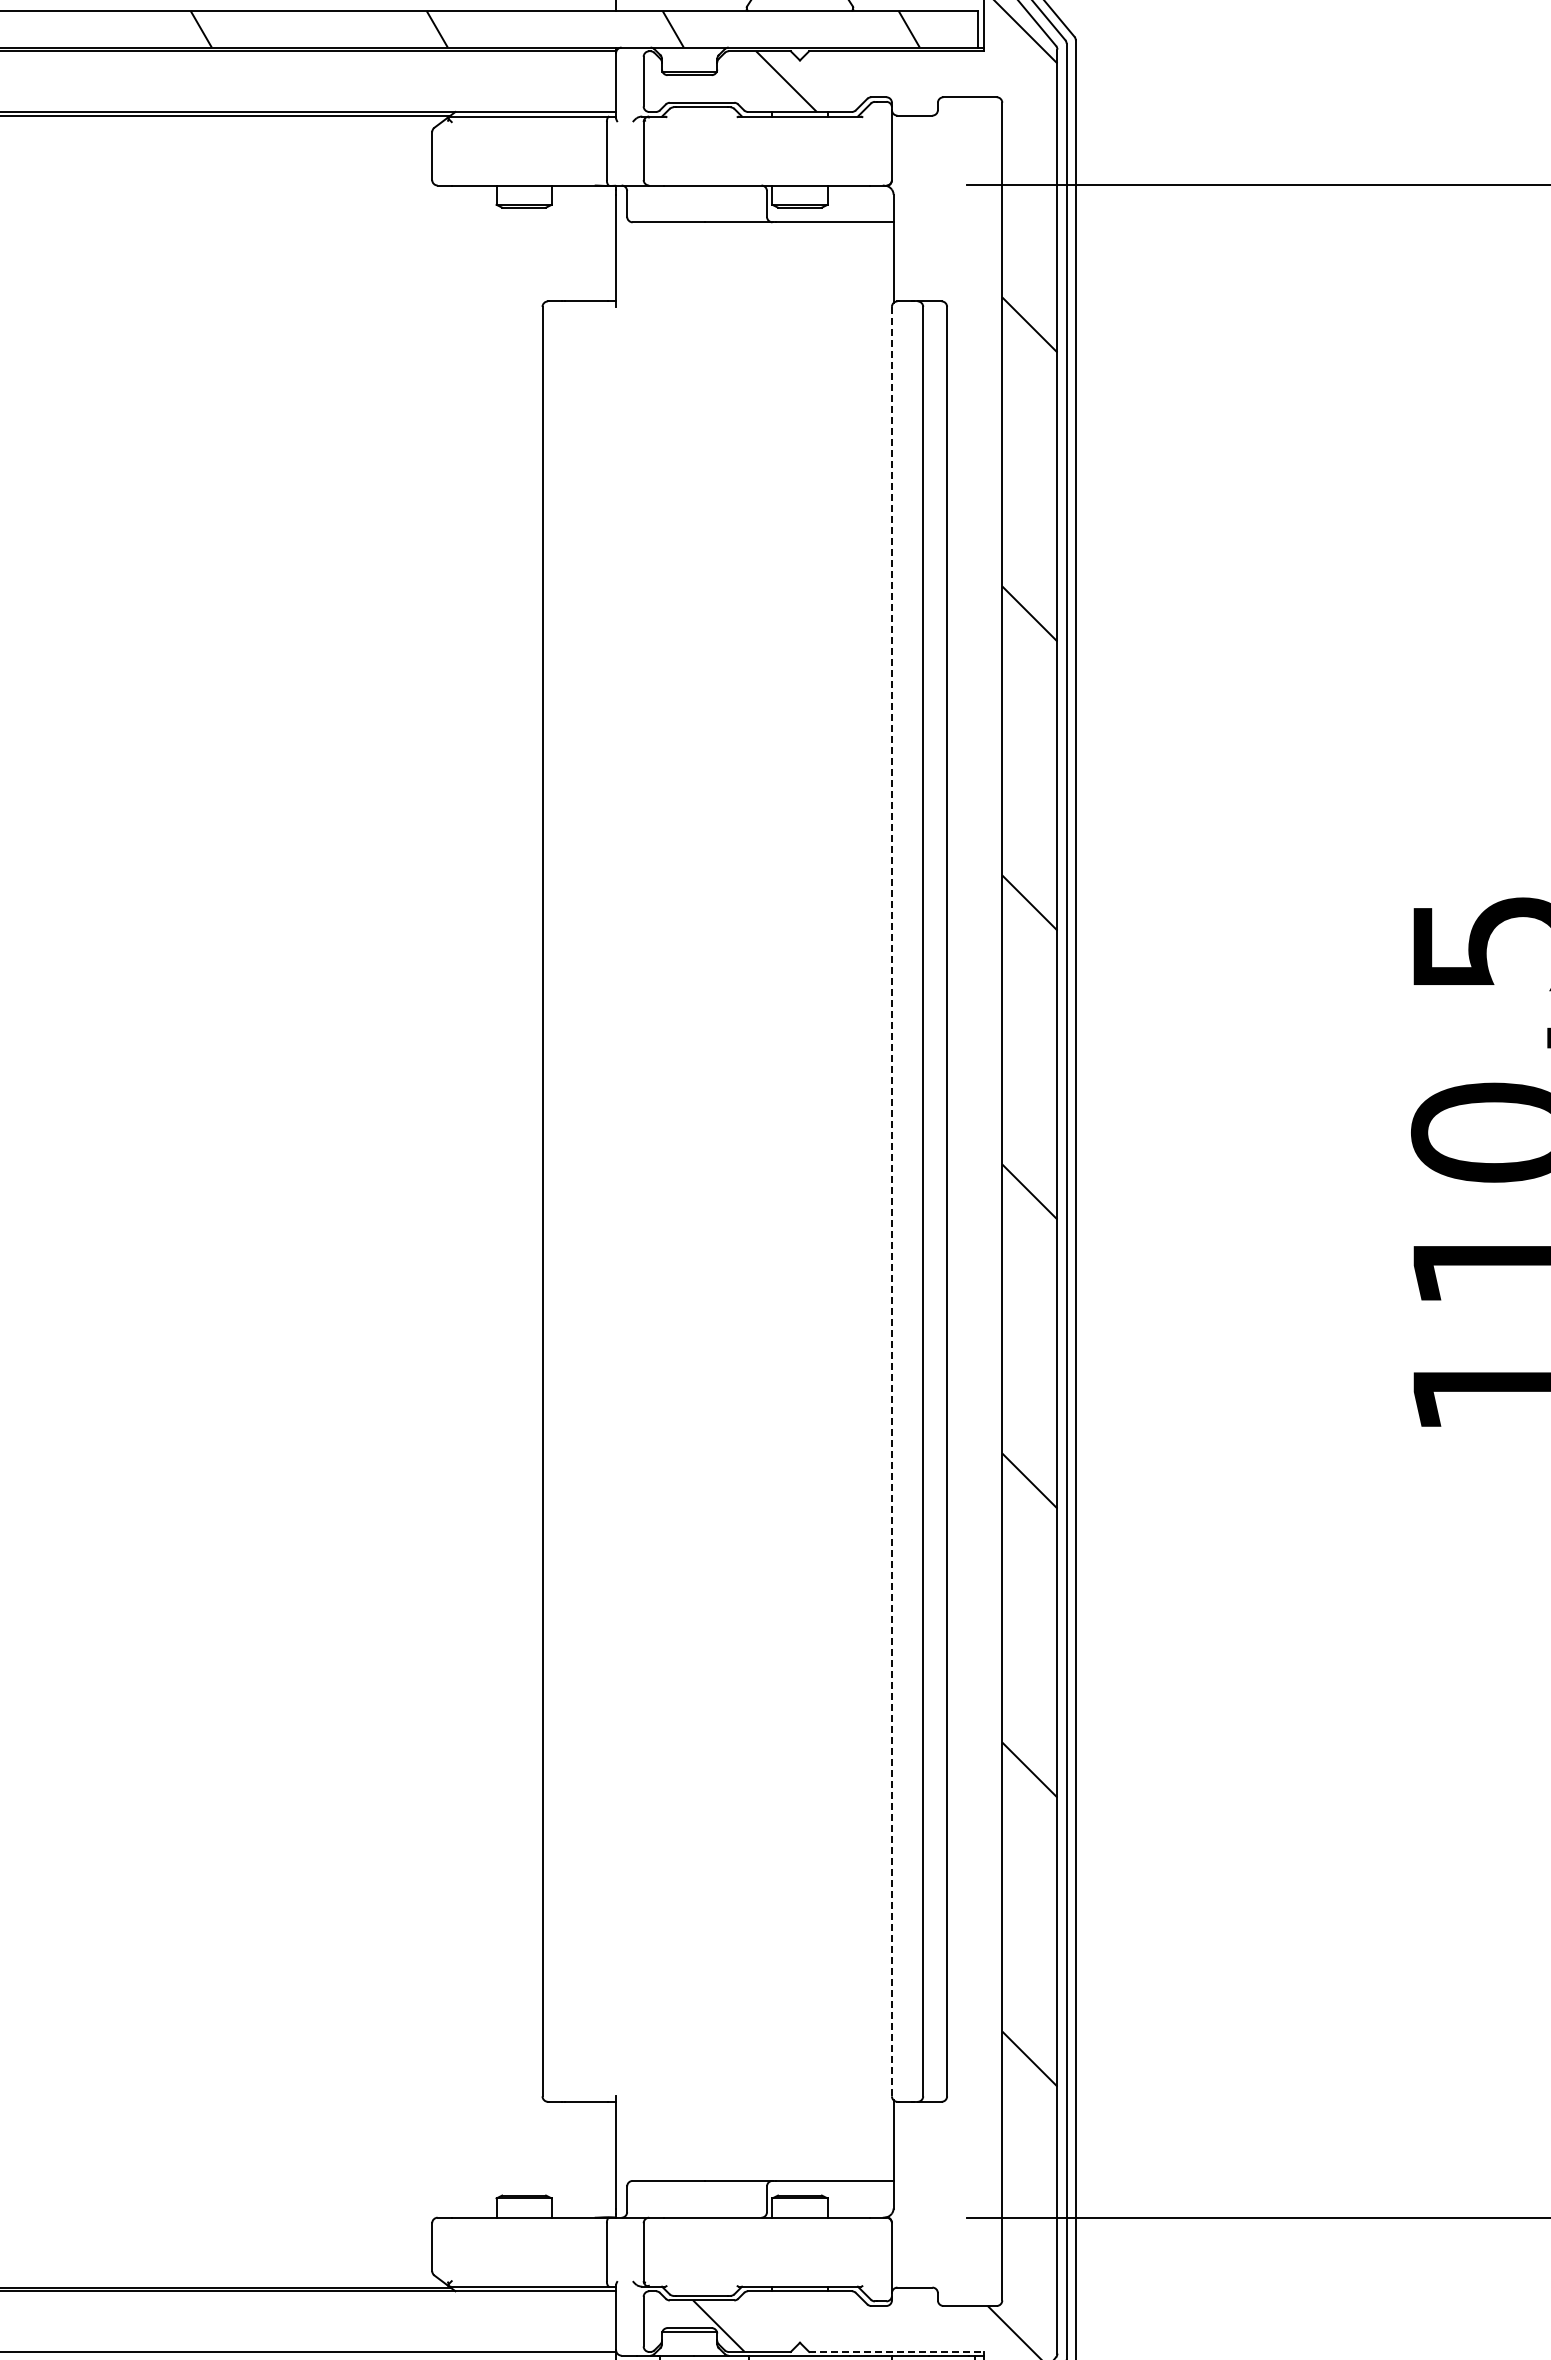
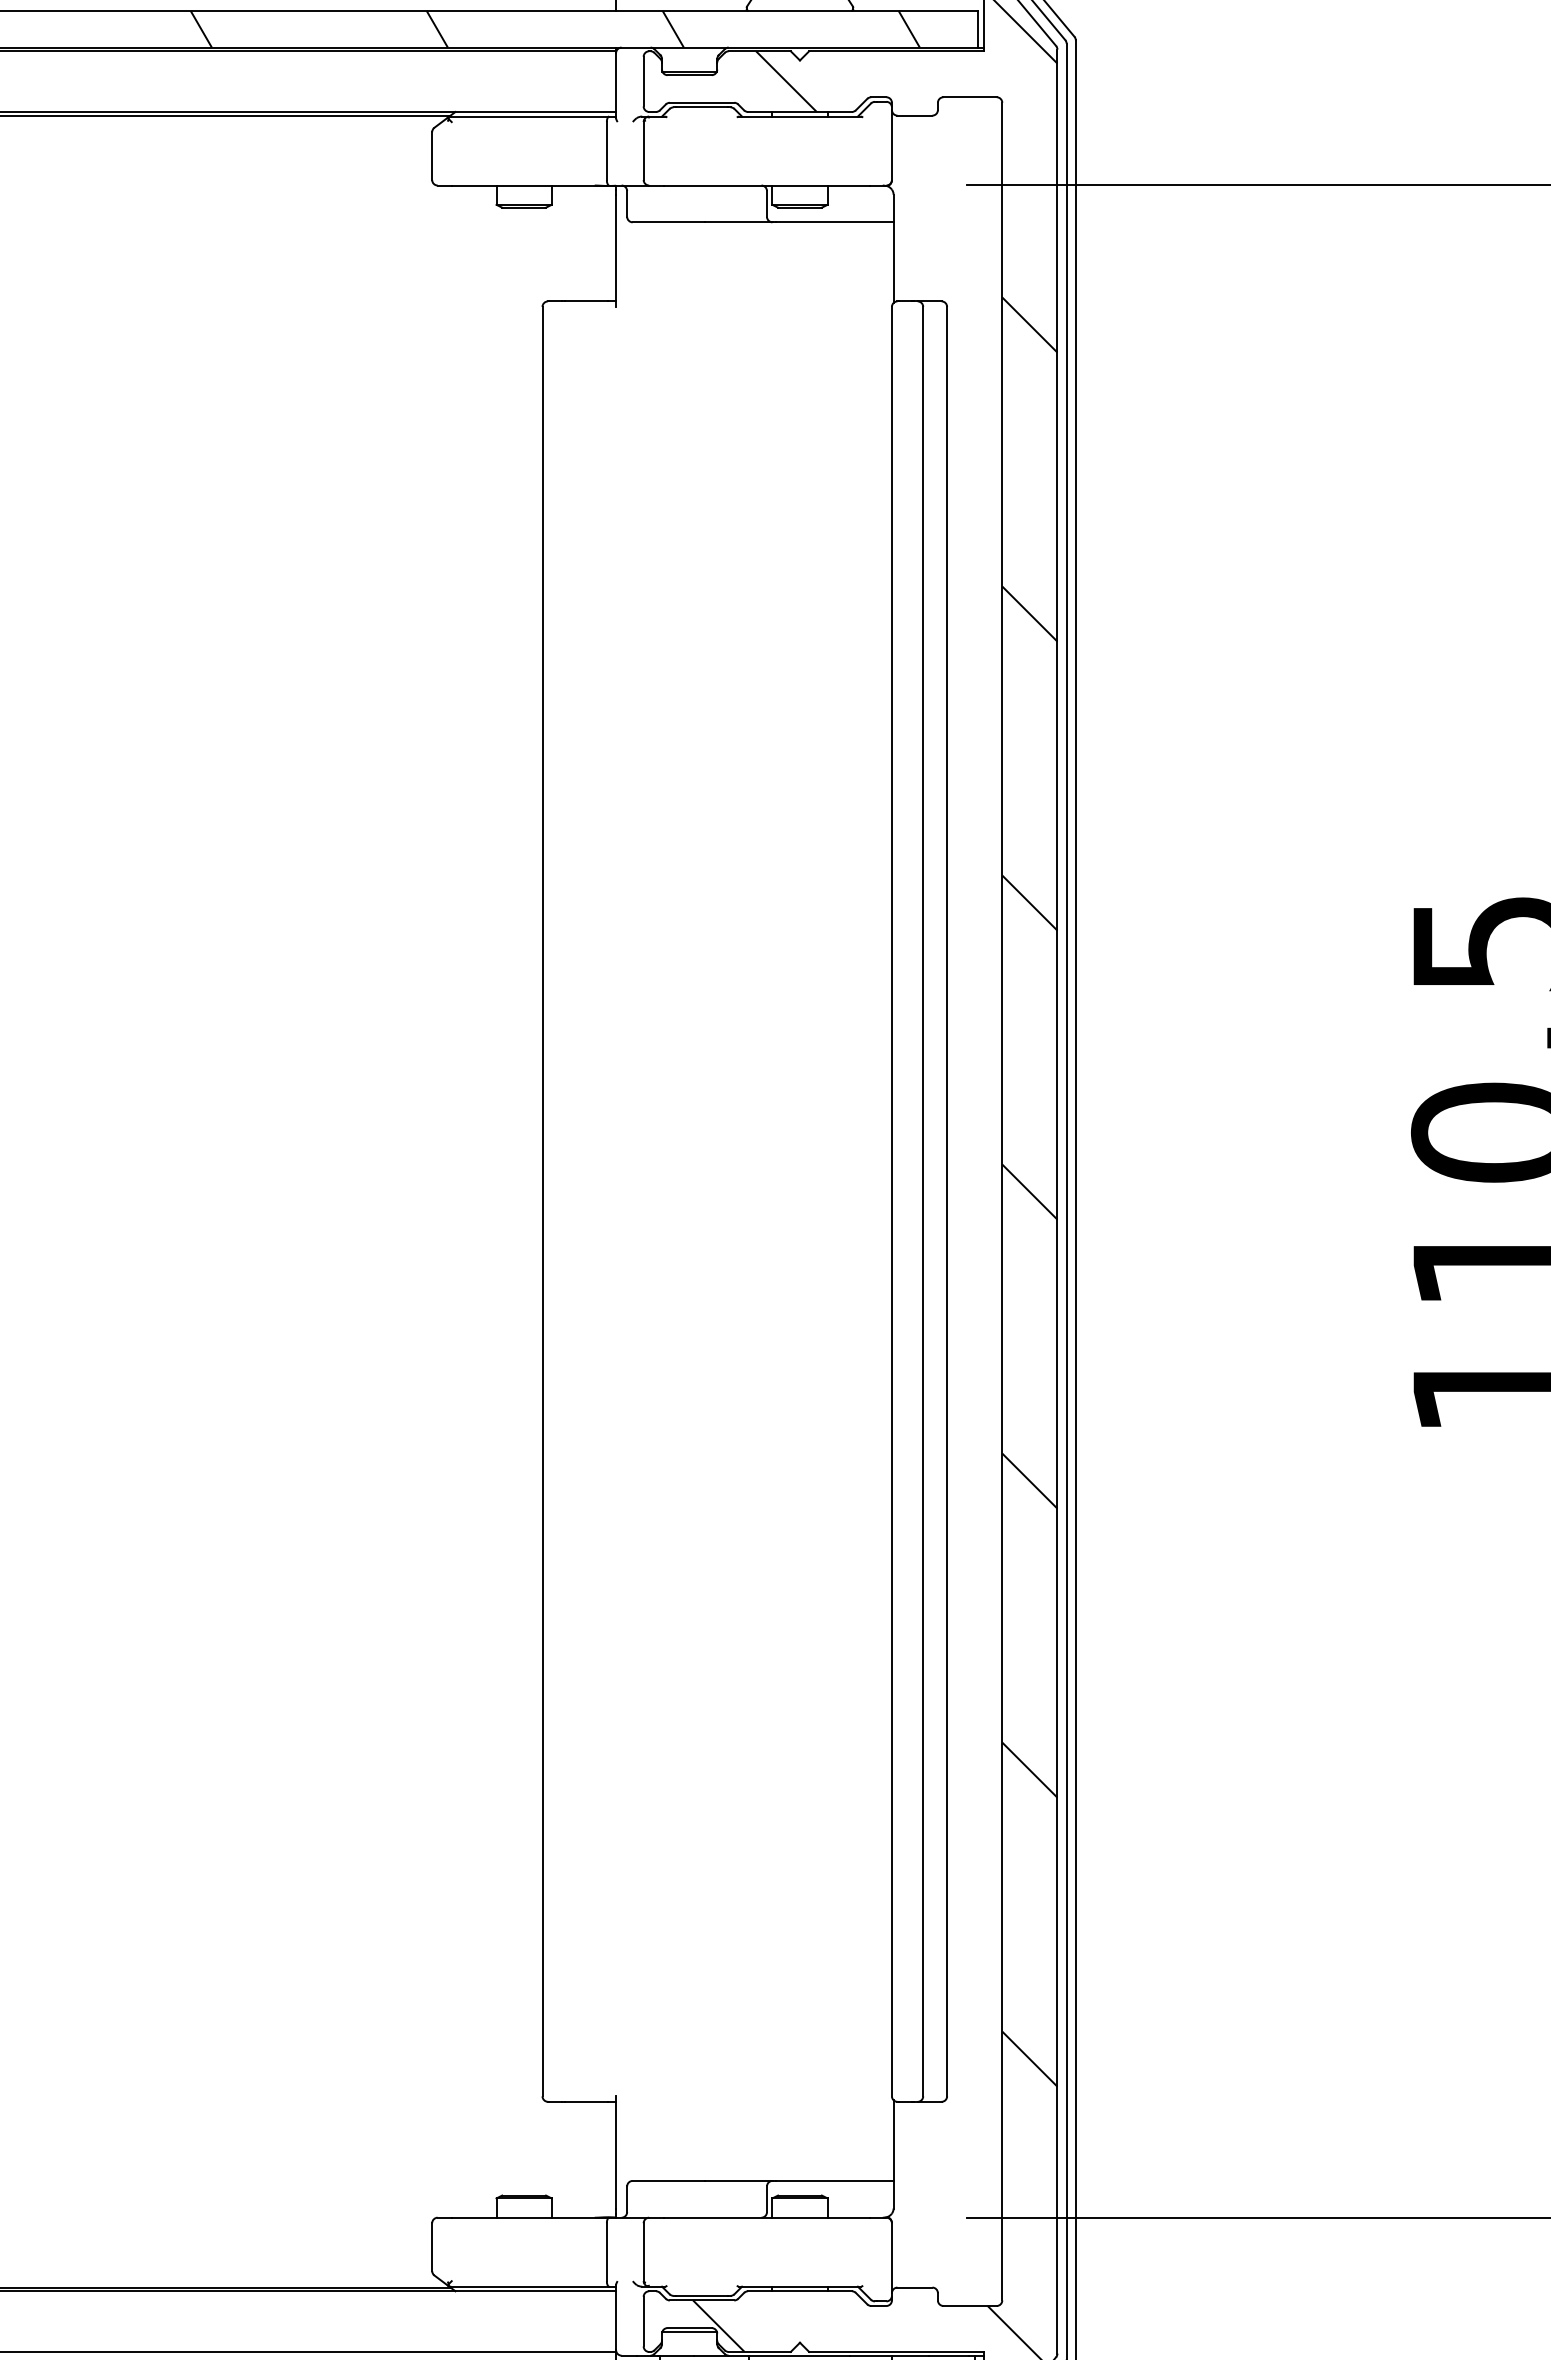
line at (891, 1201): dashed -> solid
line at (897, 2351): dashed -> solid
